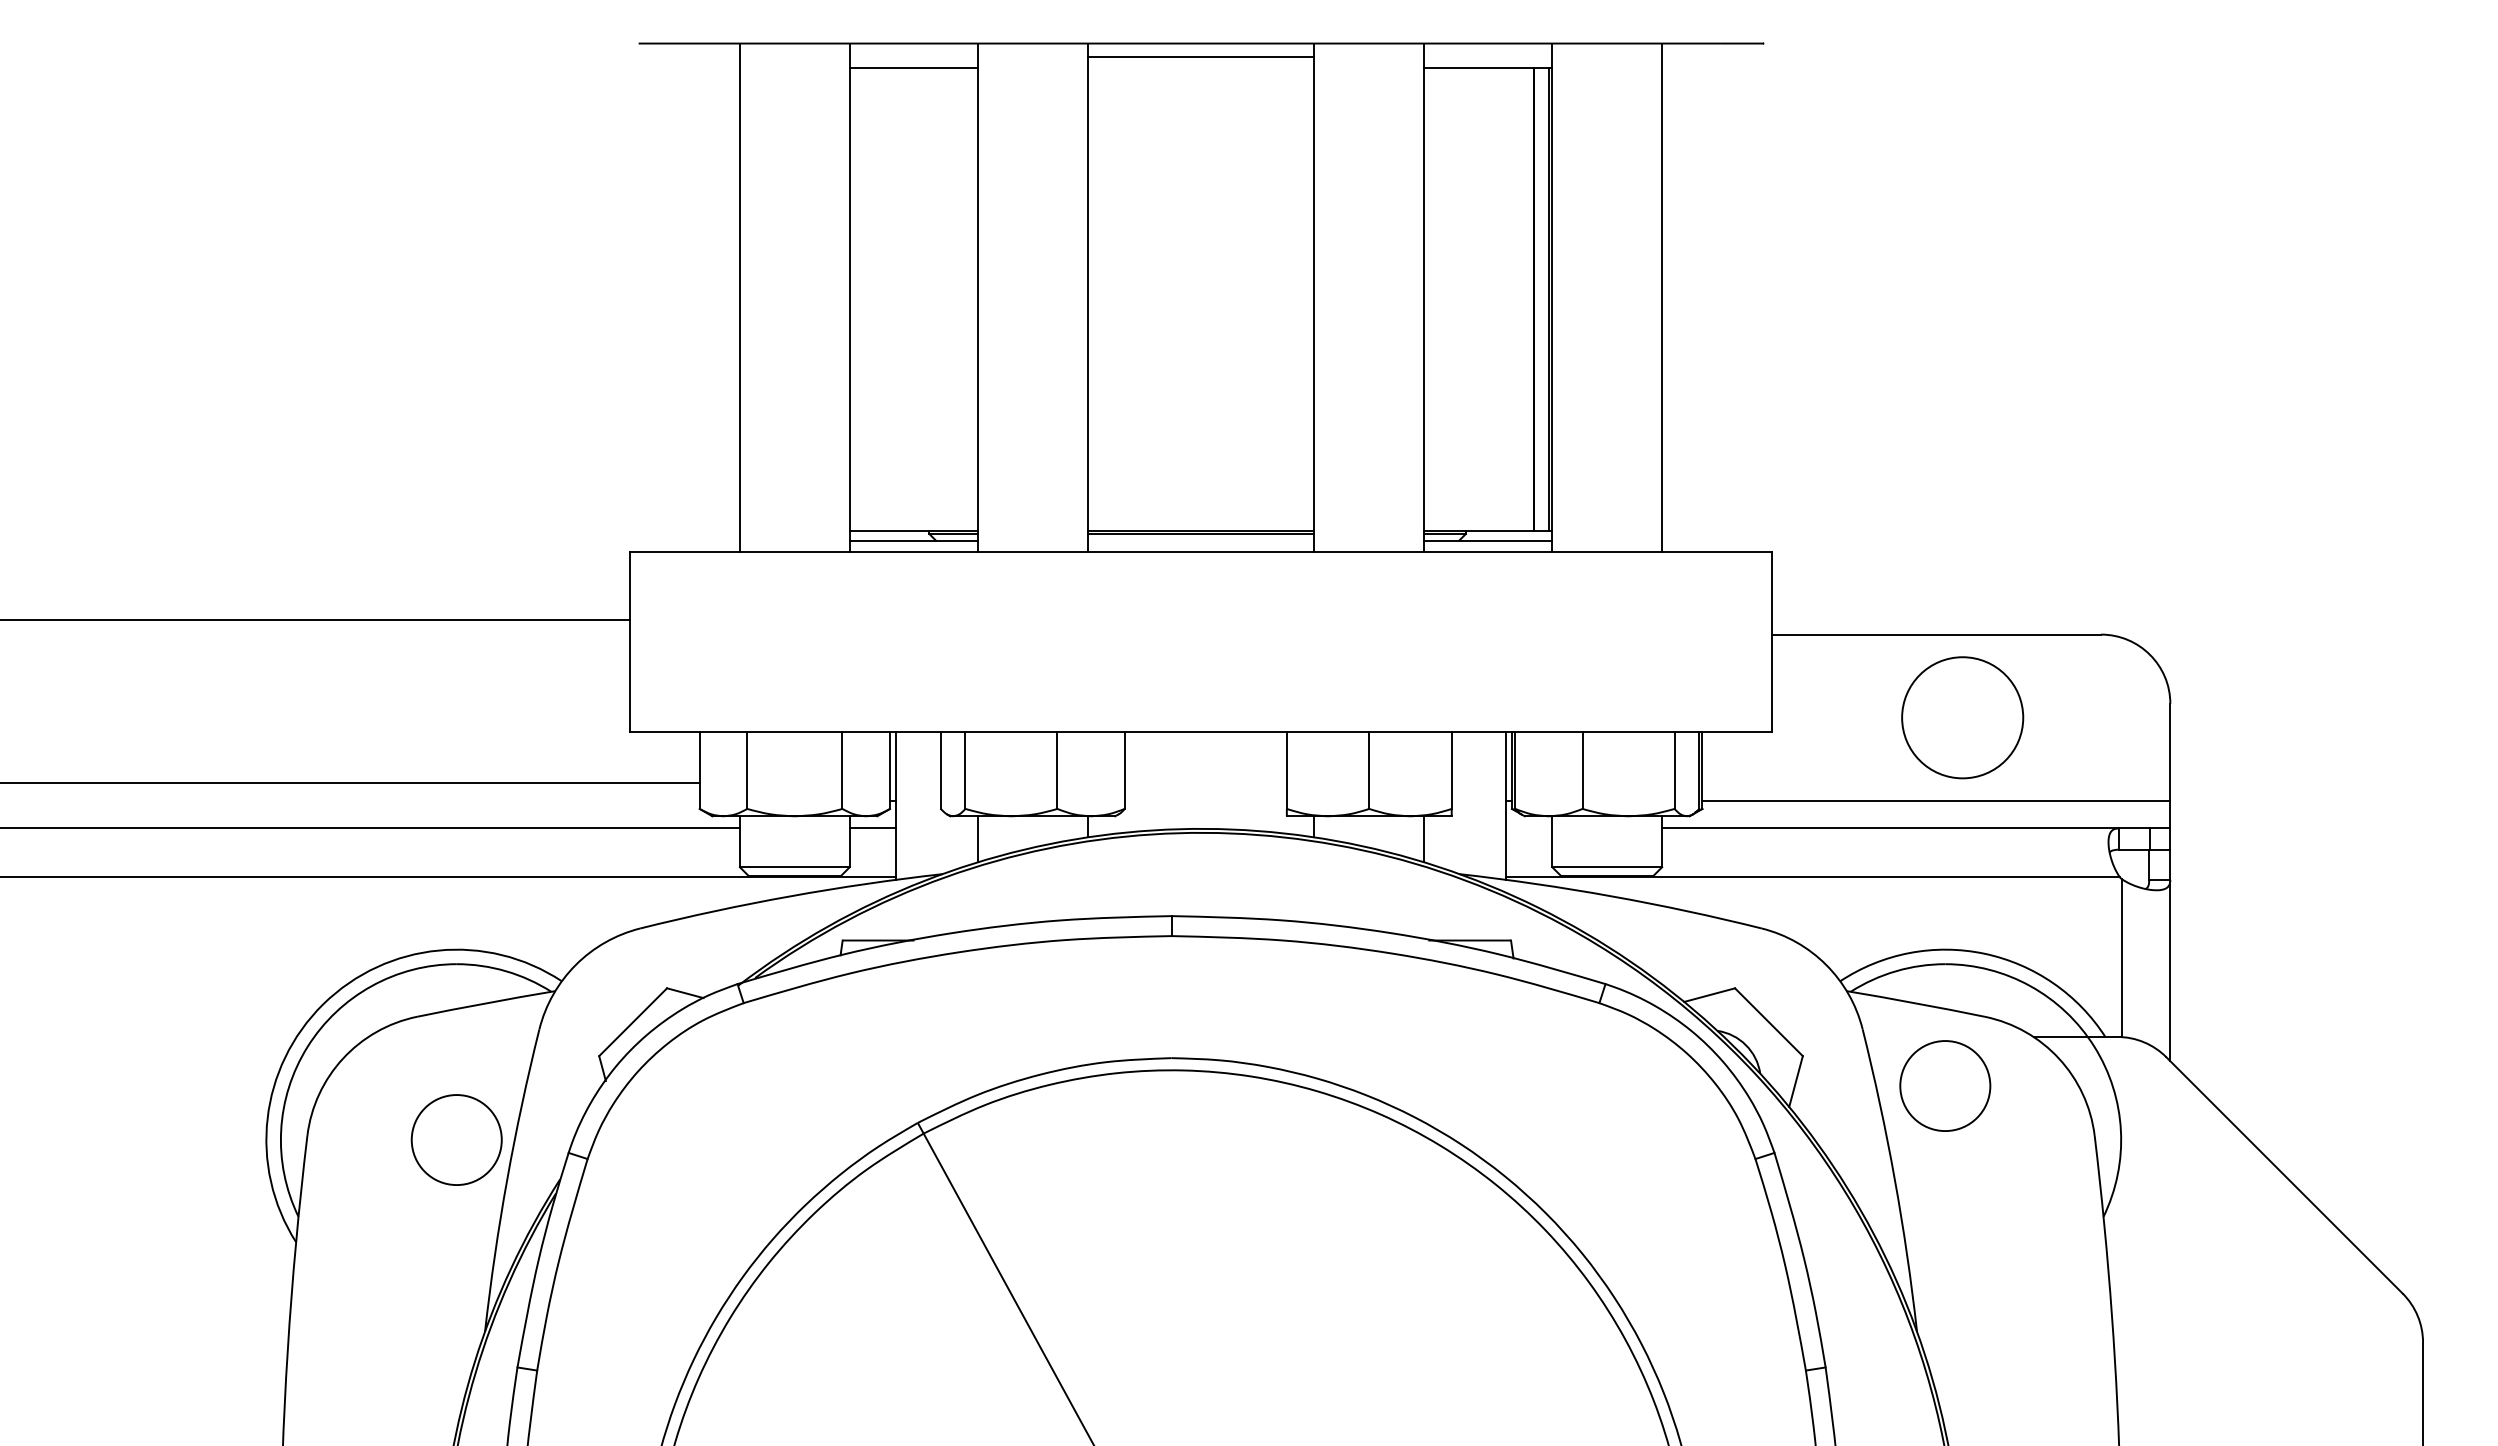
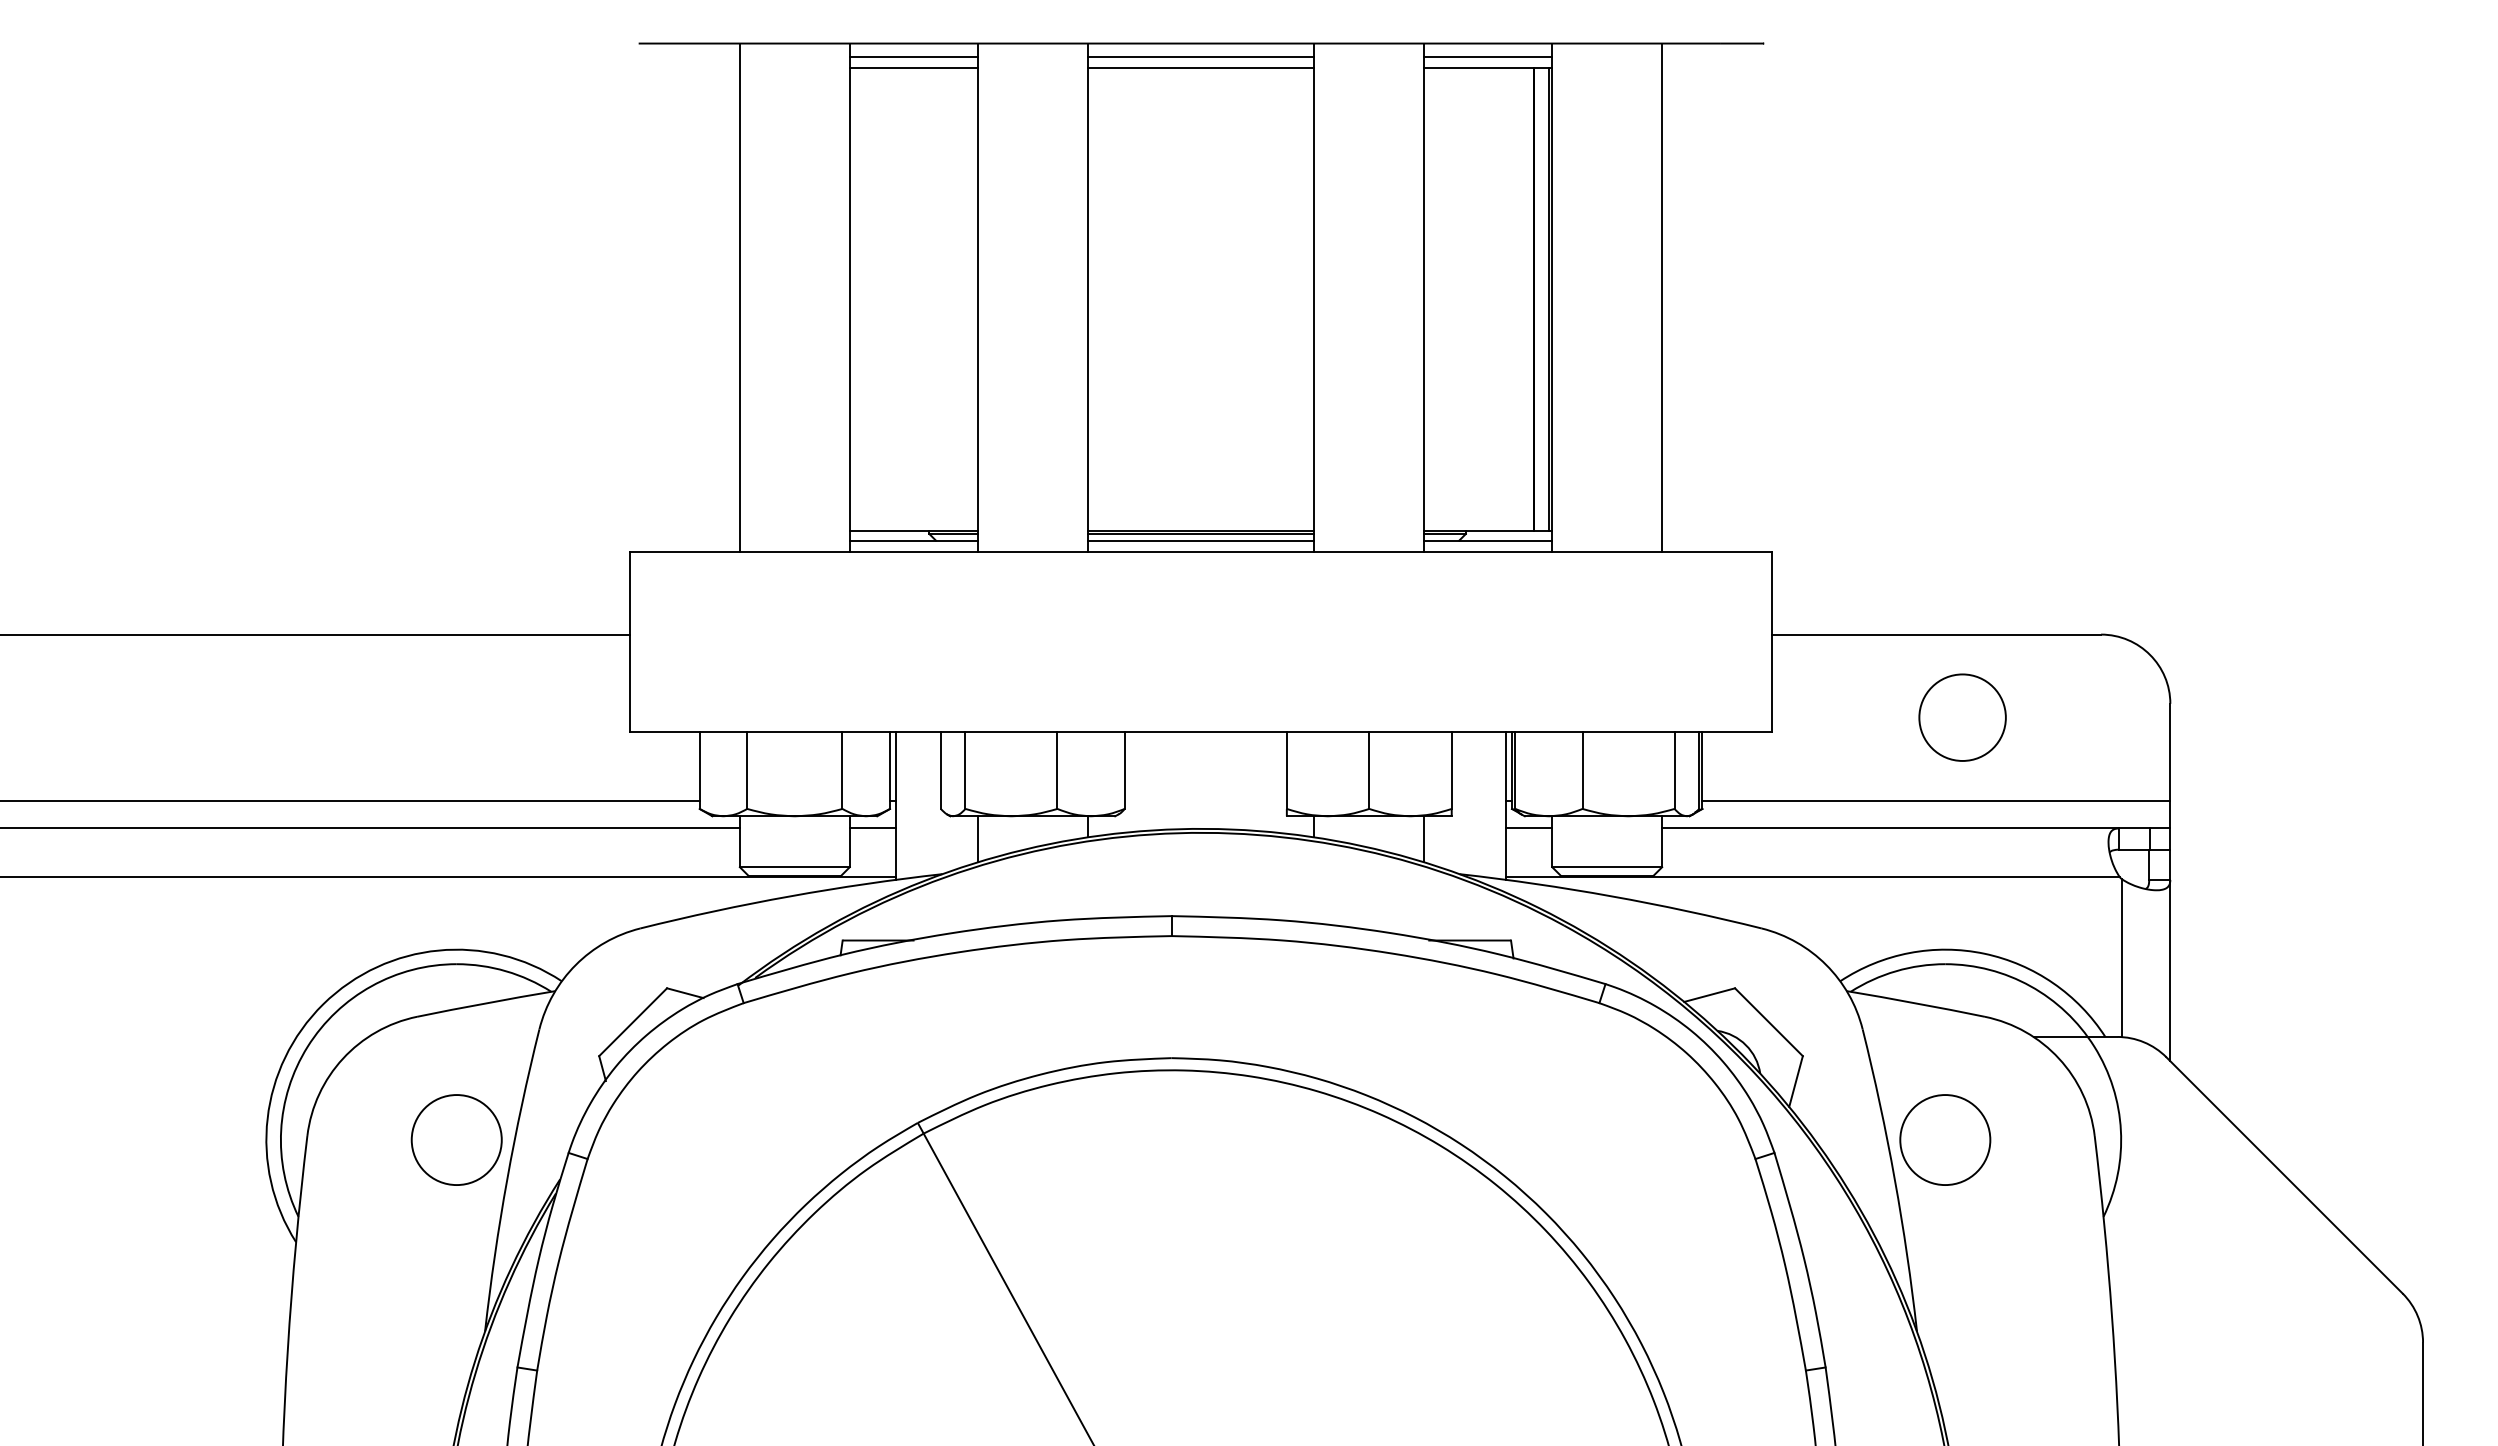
line at (913, 57): none -> present
line at (1488, 57): none -> present
line at (1200, 68): none -> present
line at (1200, 540): none -> present
line at (315, 619) position: (315, 619) -> (315, 634)
circle at (1962, 717) size: 124x124 px -> 89x89 px
line at (350, 782) position: (350, 782) -> (350, 800)
line at (1528, 828): none -> present
circle at (1945, 1085) position: (1945, 1085) -> (1945, 1139)
